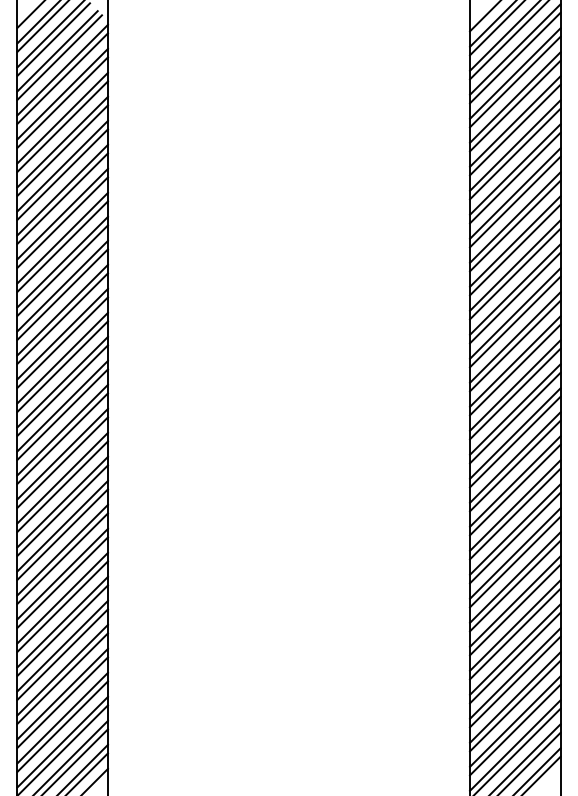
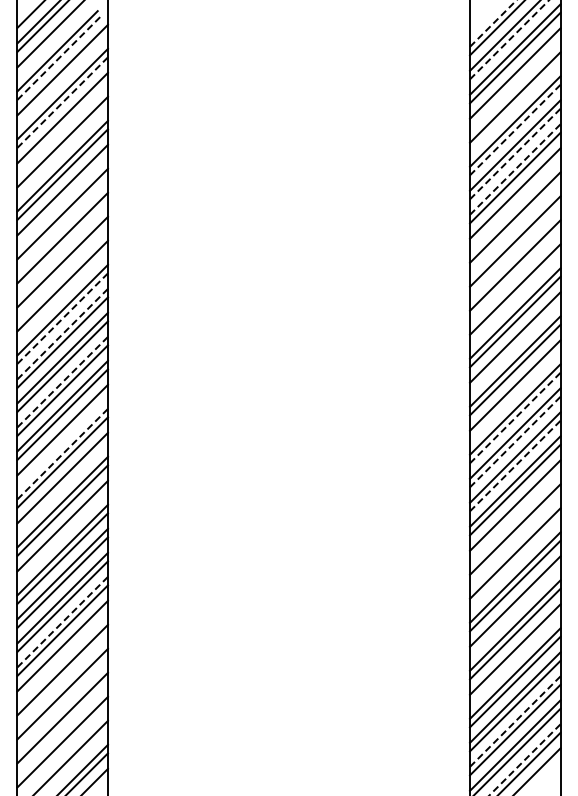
line at (484, 16): present -> none
line at (493, 23): solid -> dashed
line at (53, 39): present -> none
line at (509, 39): solid -> dashed
line at (59, 57): solid -> dashed
line at (62, 78): present -> none
line at (515, 81): present -> none
line at (62, 102): solid -> dashed
line at (515, 105): present -> none
line at (62, 126): present -> none
line at (515, 130): solid -> dashed
line at (62, 150): present -> none
line at (515, 154): solid -> dashed
line at (515, 169): solid -> dashed
line at (62, 198): present -> none
line at (515, 201): present -> none
line at (62, 222): present -> none
line at (515, 225): present -> none
line at (62, 246): present -> none
line at (515, 249): present -> none
line at (62, 270): present -> none
line at (515, 273): present -> none
line at (62, 294): present -> none
line at (515, 297): present -> none
line at (62, 318): solid -> dashed
line at (62, 334): solid -> dashed
line at (515, 345): present -> none
line at (62, 382): solid -> dashed
line at (515, 393): present -> none
line at (515, 418): solid -> dashed
line at (62, 438): present -> none
line at (515, 442): solid -> dashed
line at (62, 454): solid -> dashed
line at (515, 466): solid -> dashed
line at (62, 486): present -> none
line at (515, 513): present -> none
line at (62, 534): present -> none
line at (515, 537): present -> none
line at (515, 561): present -> none
line at (515, 609): present -> none
line at (62, 622): solid -> dashed
line at (62, 654): present -> none
line at (515, 657): present -> none
line at (62, 678): present -> none
line at (62, 702): present -> none
line at (515, 721): solid -> dashed
line at (62, 726): present -> none
line at (64, 748): present -> none
line at (525, 759): solid -> dashed
line at (75, 760): present -> none
line at (542, 774): present -> none
